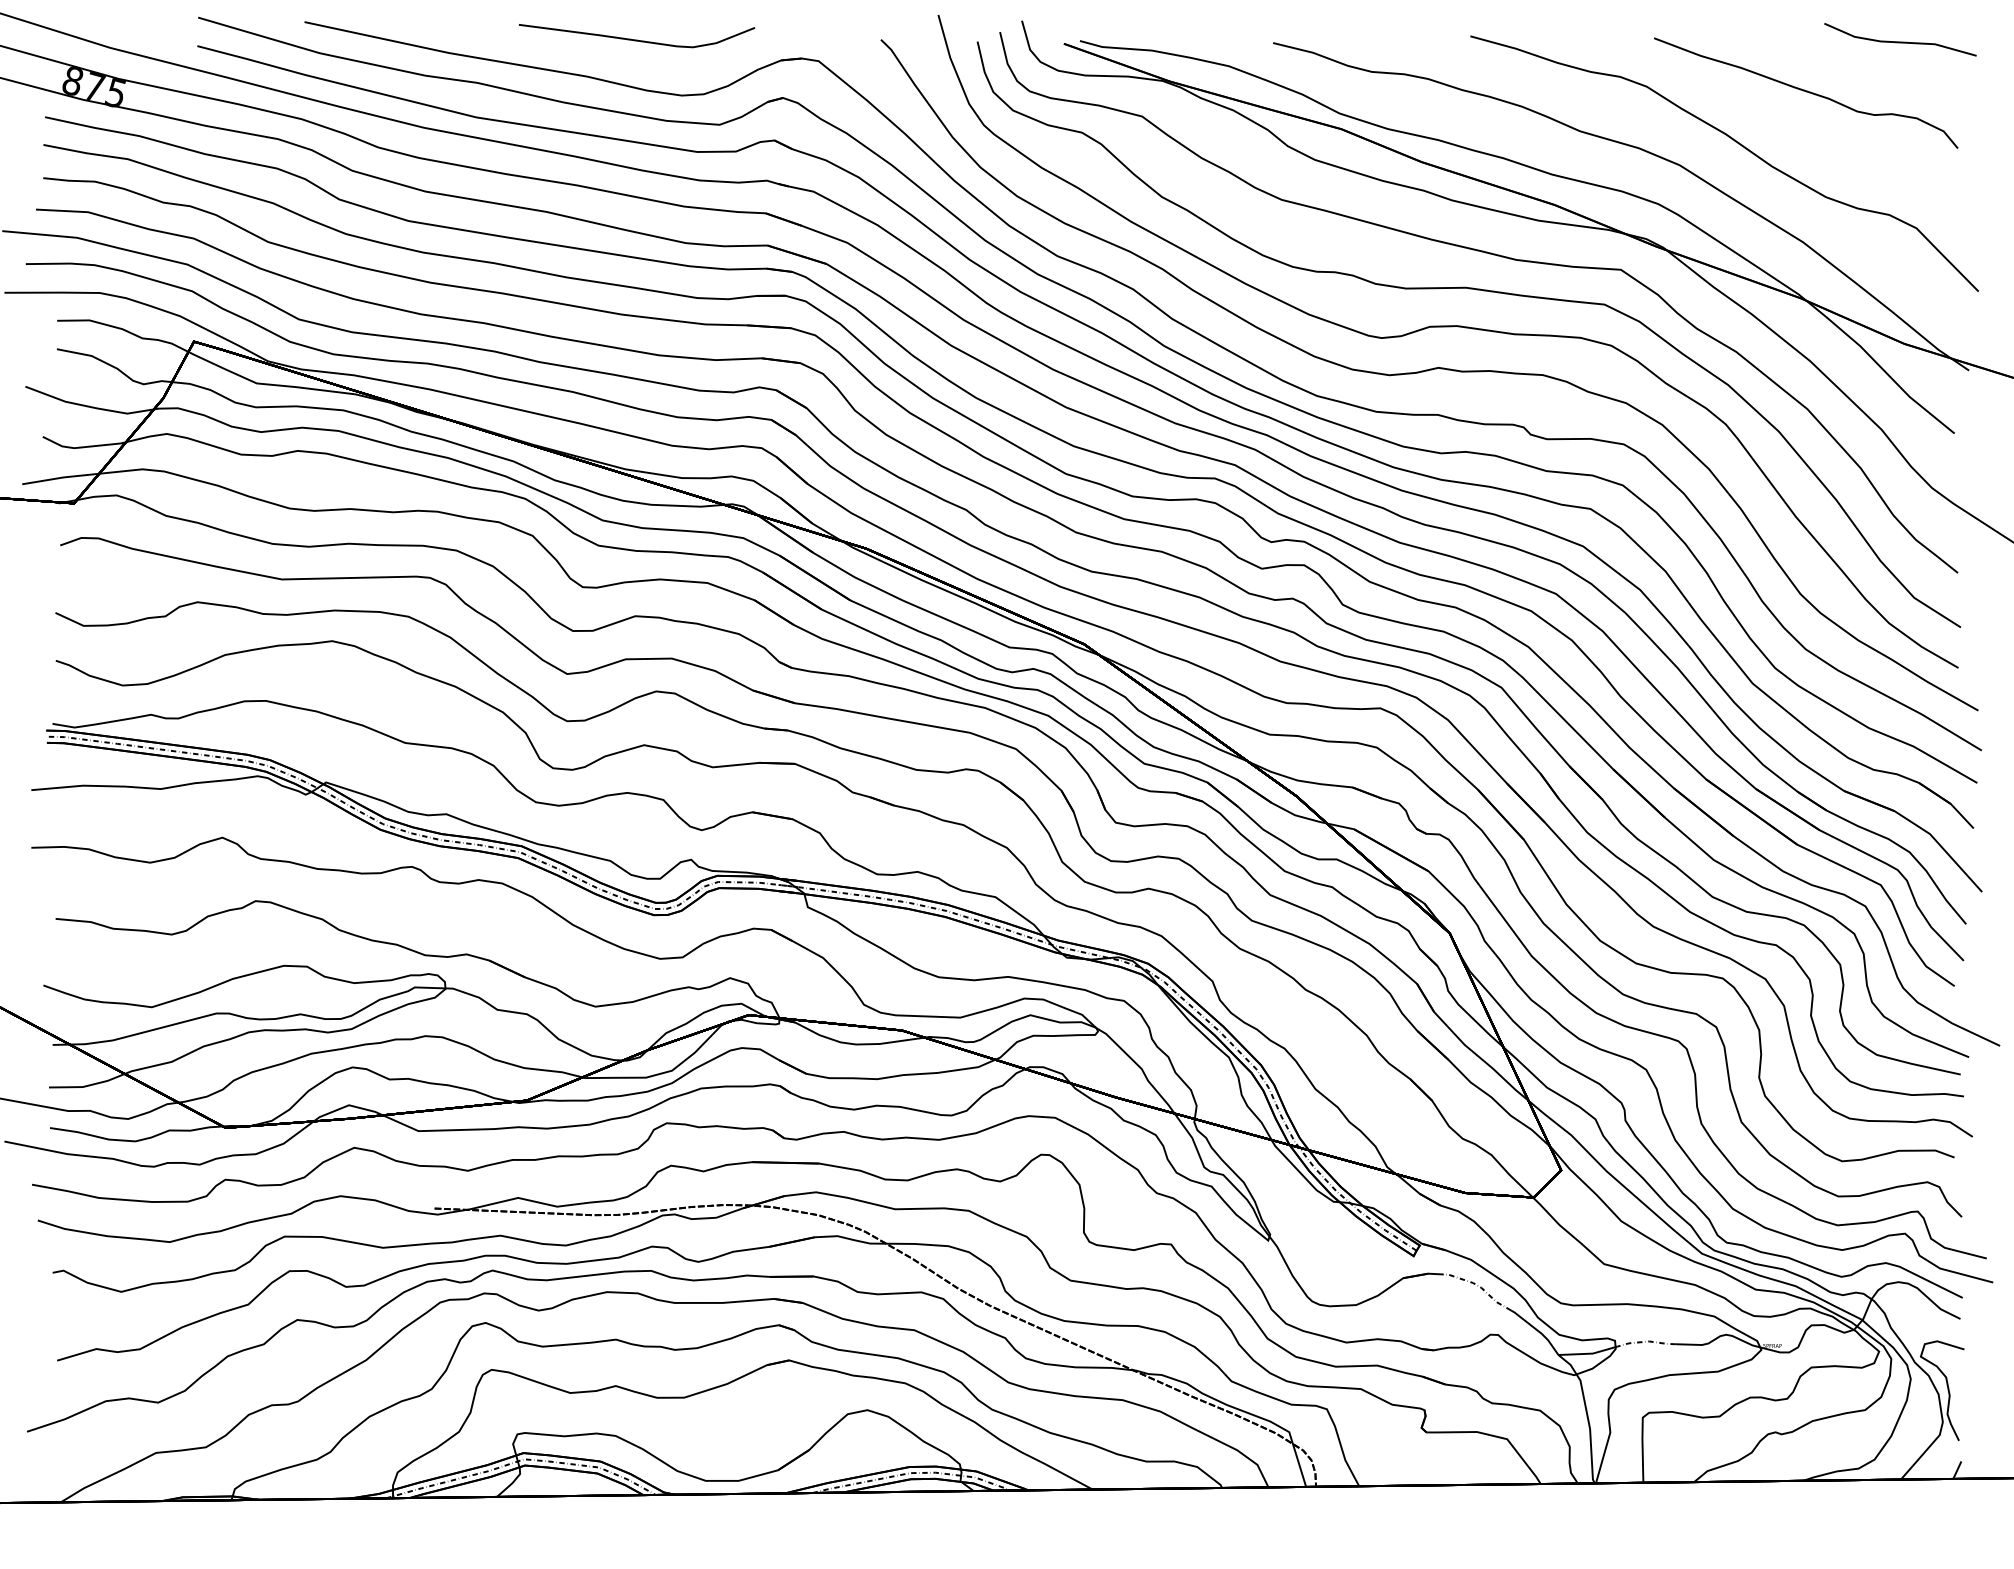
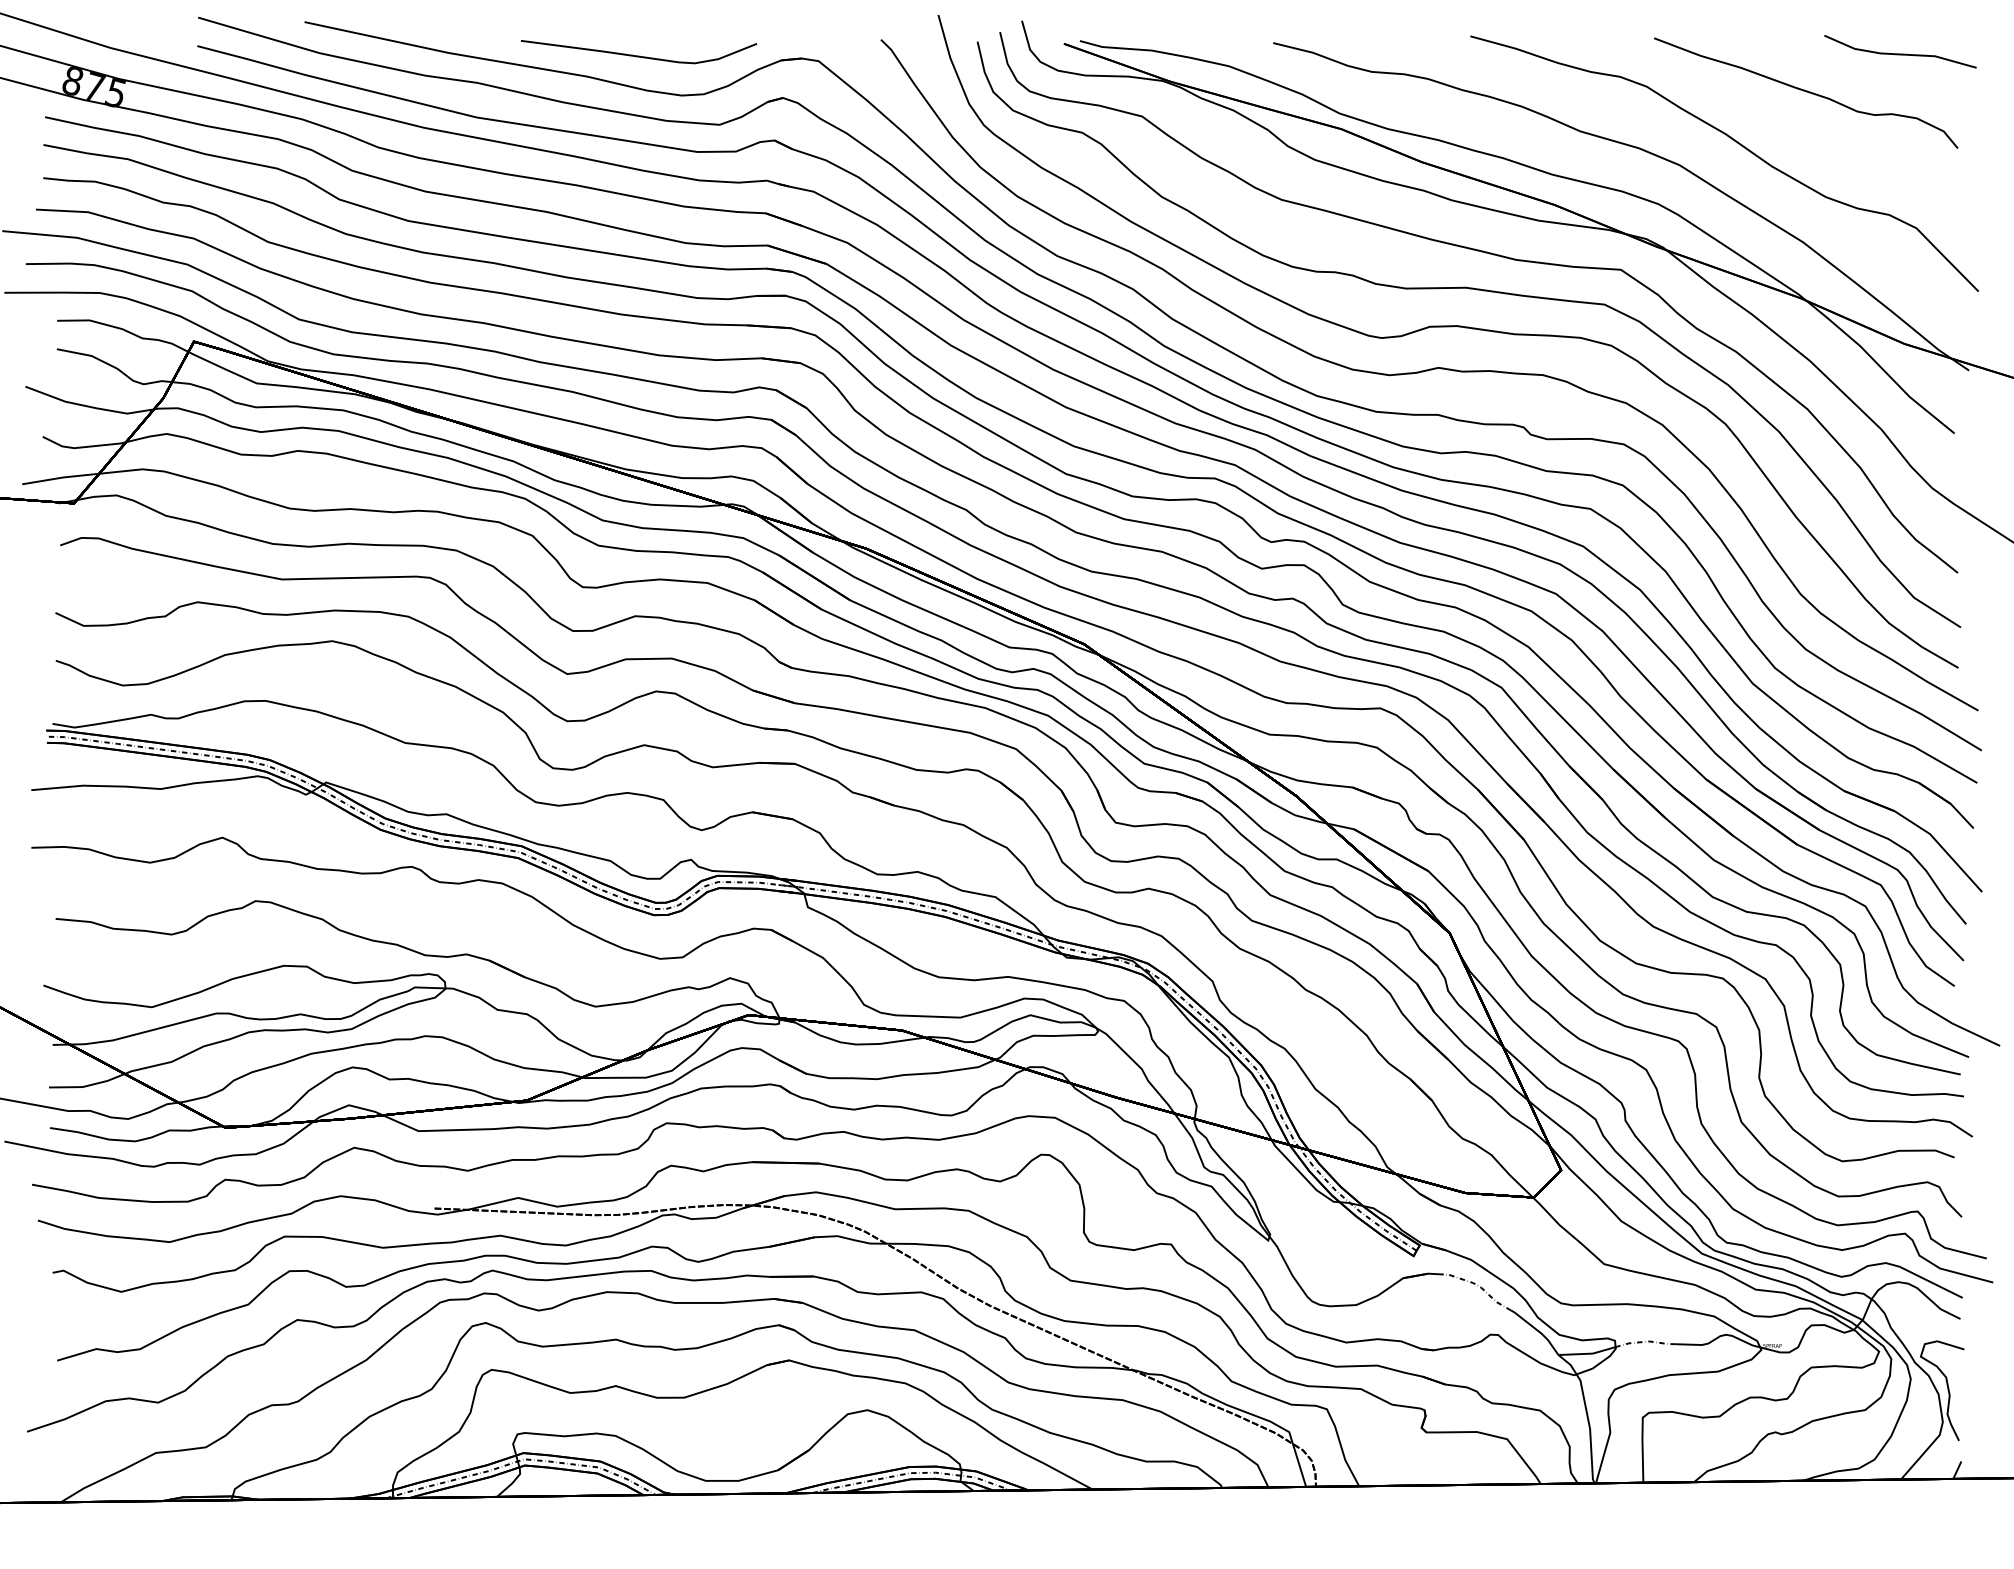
curve at (636, 39) position: (636, 39) -> (638, 55)
line at (1900, 41) position: (1900, 41) -> (1900, 53)
